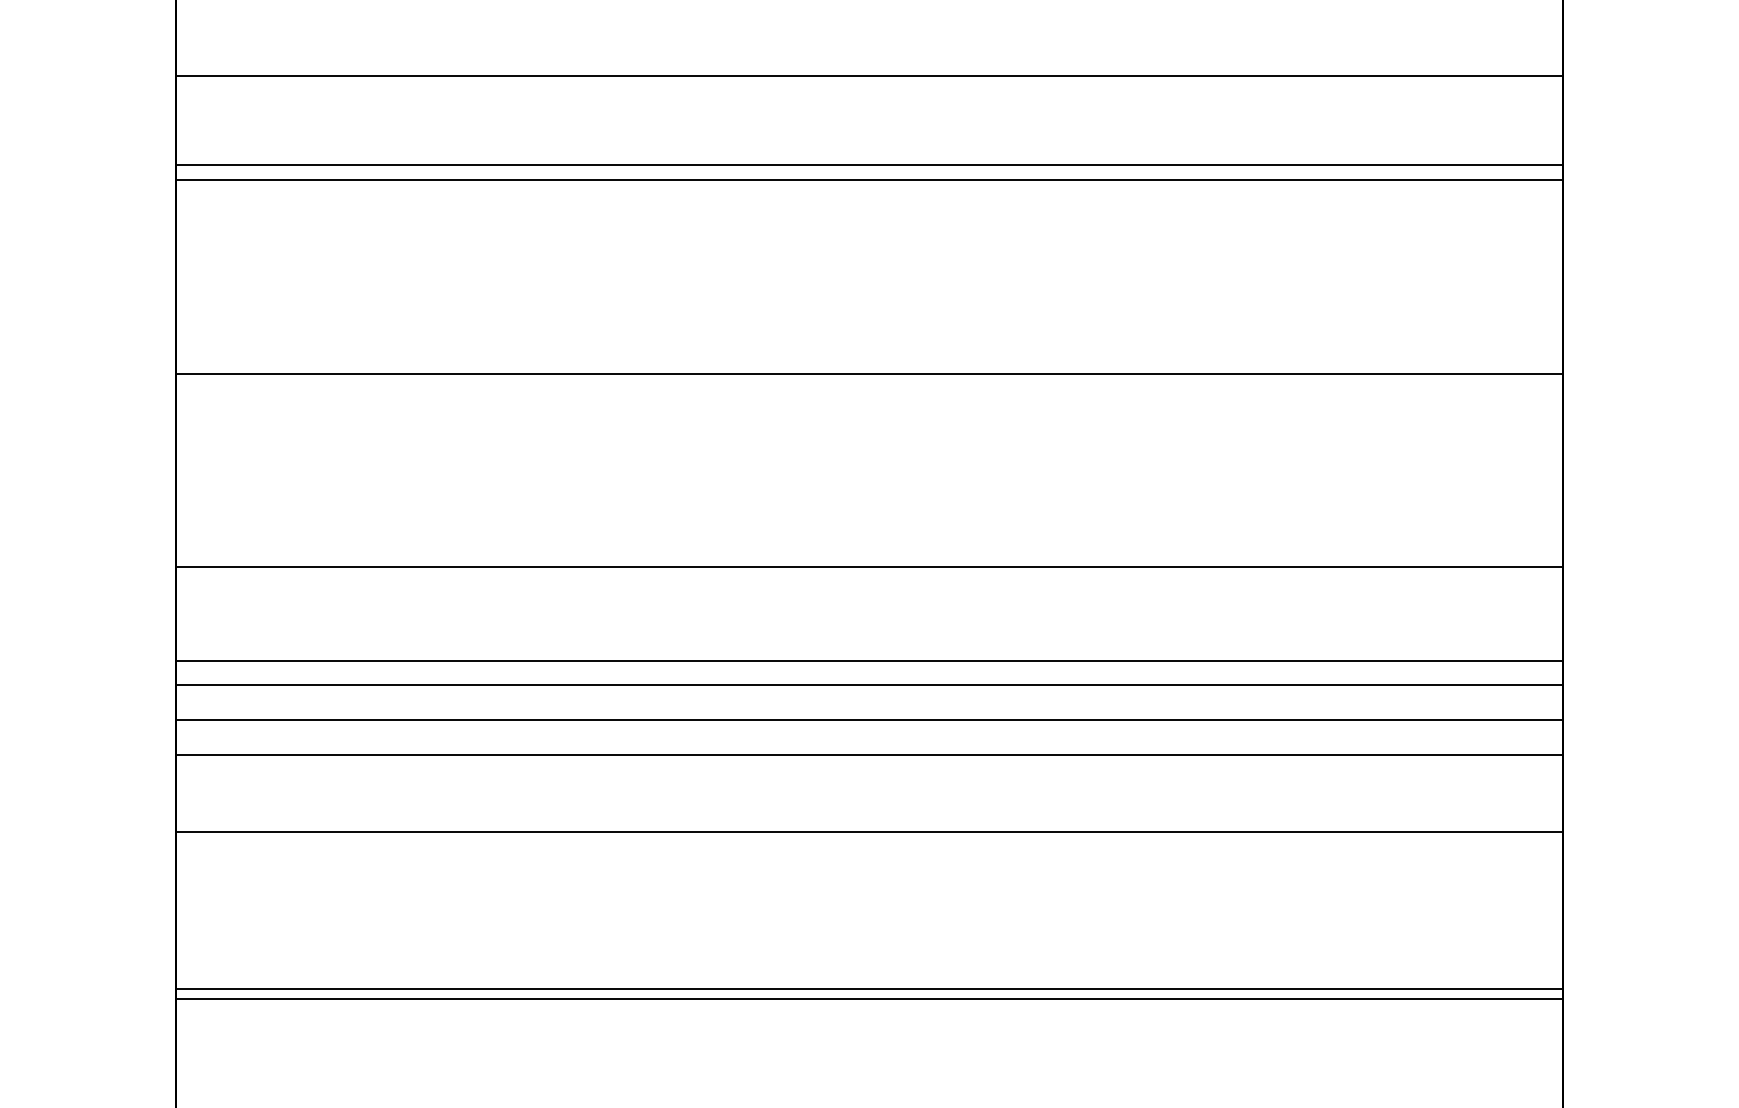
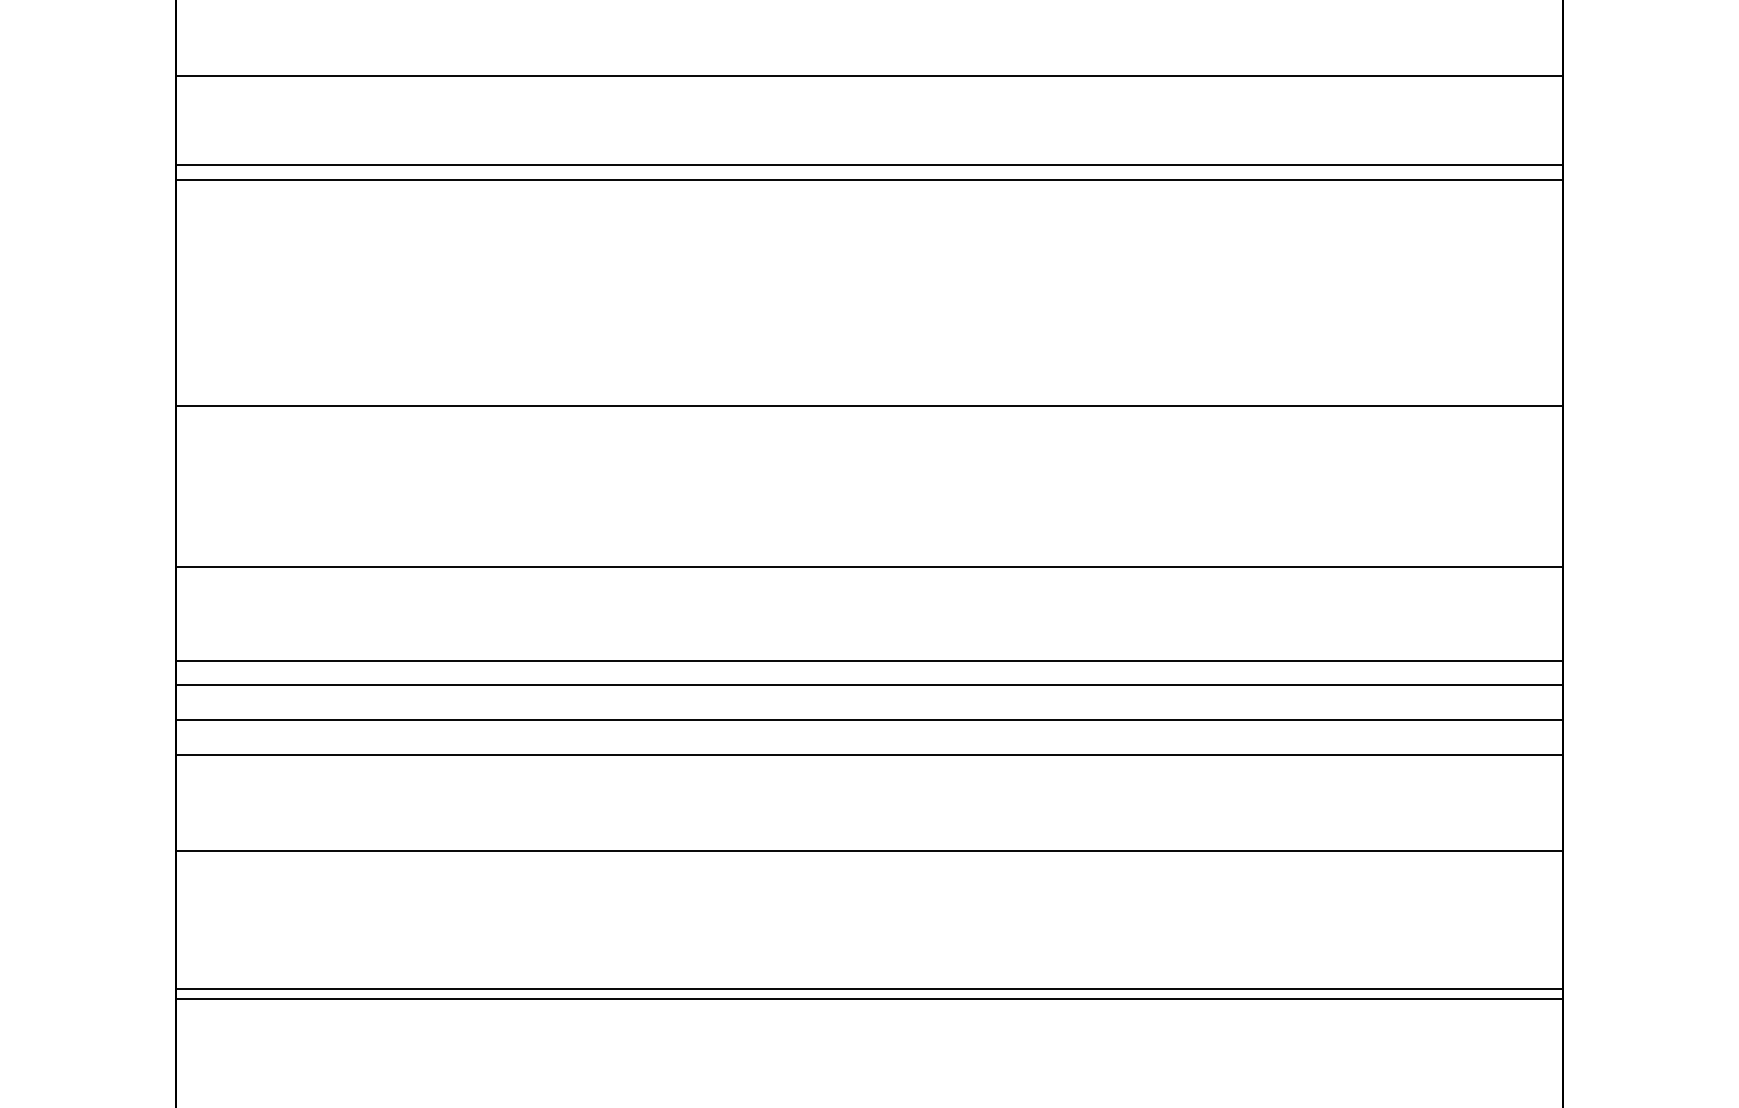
line at (869, 373) position: (869, 373) -> (869, 405)
line at (869, 831) position: (869, 831) -> (869, 850)
